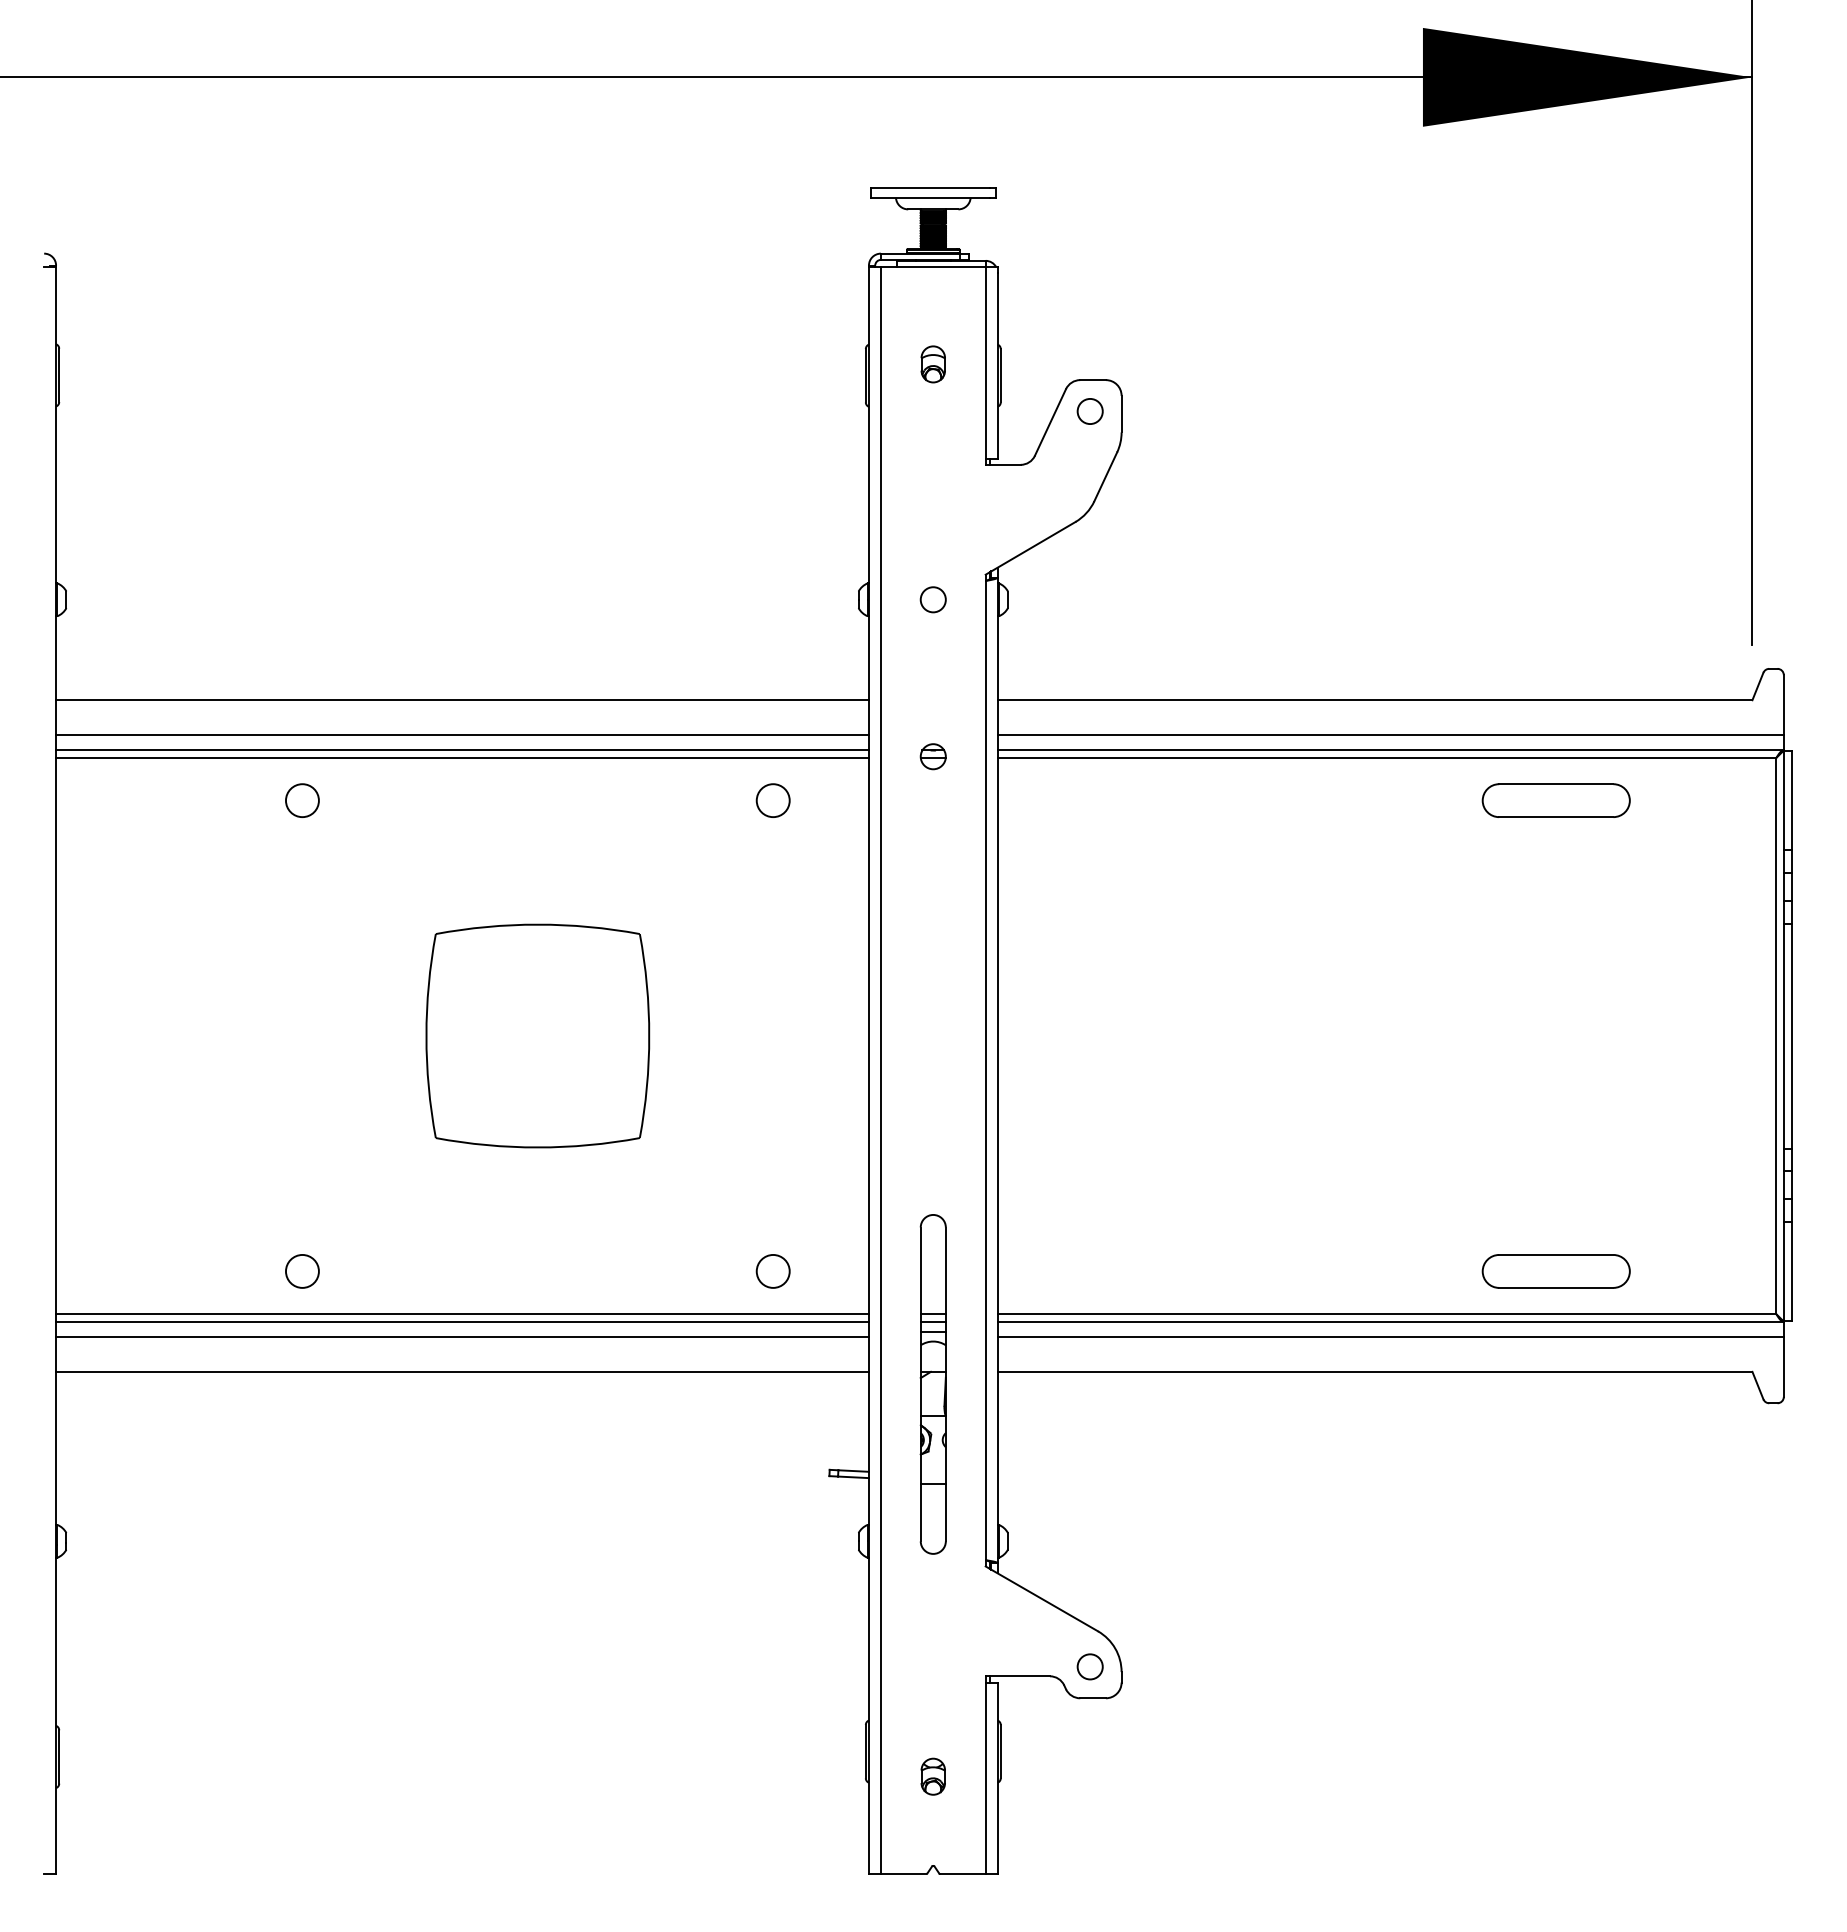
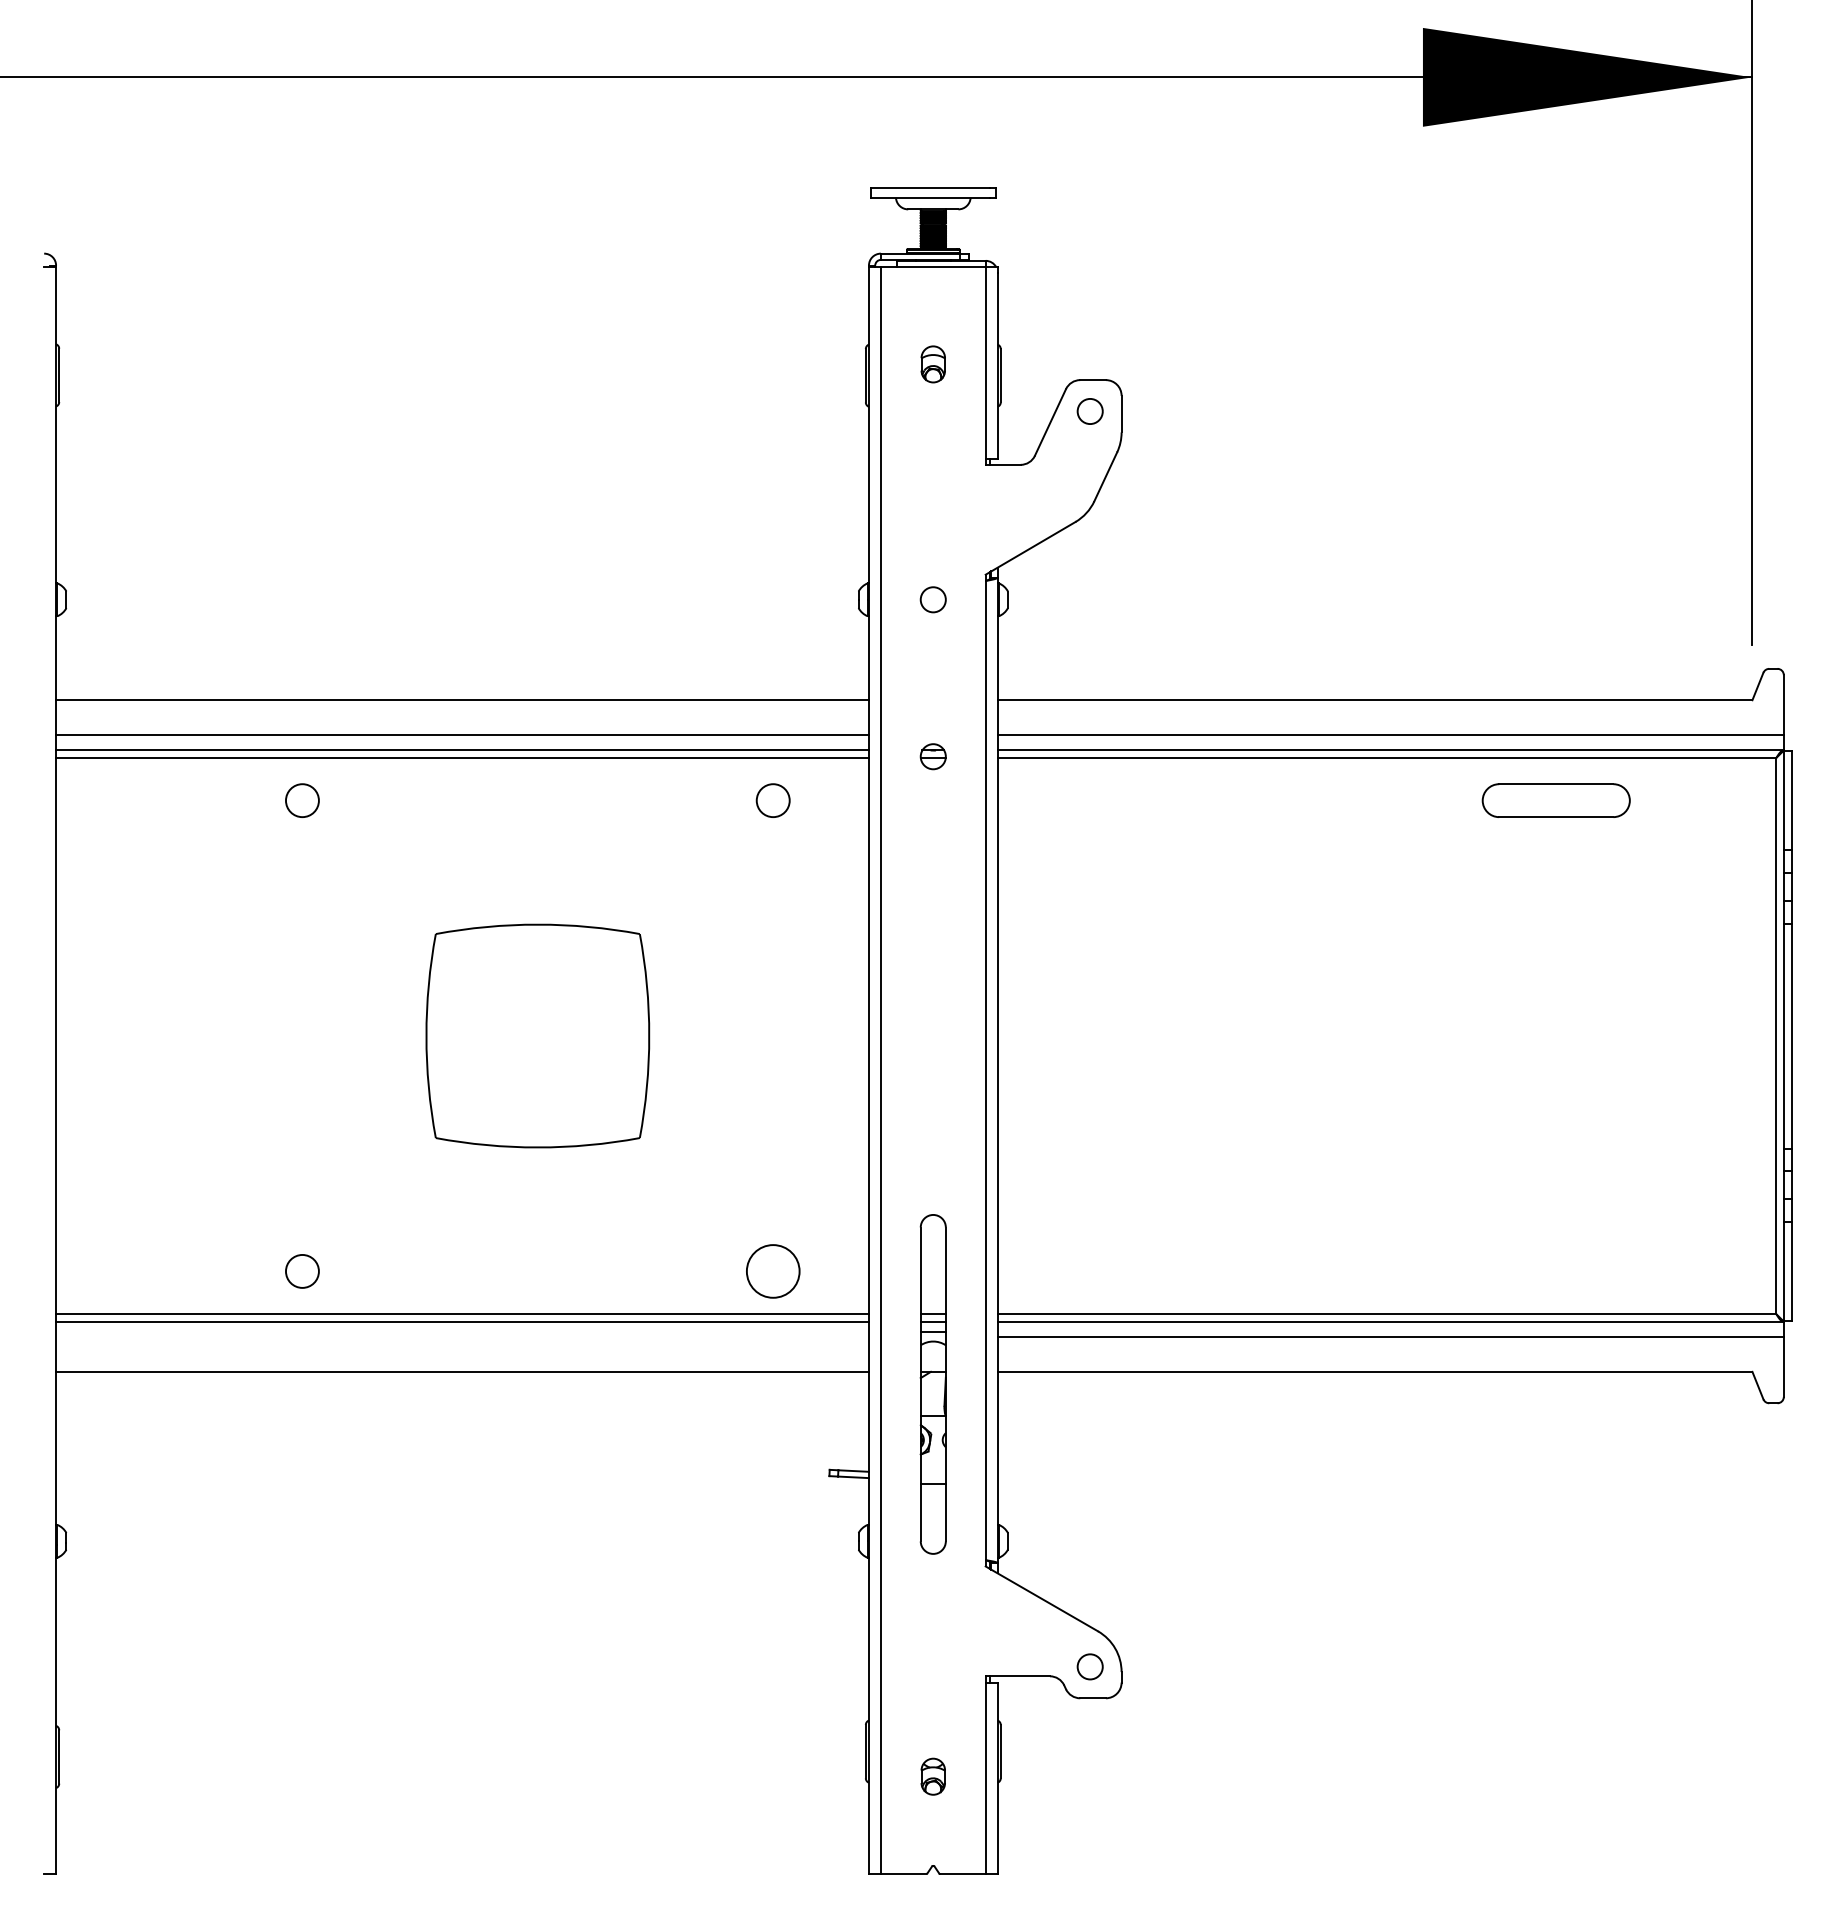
circle at (772, 1270) diameter: 33 px -> 53 px
part at (1555, 1271): present -> none
line at (462, 1337): present -> none
